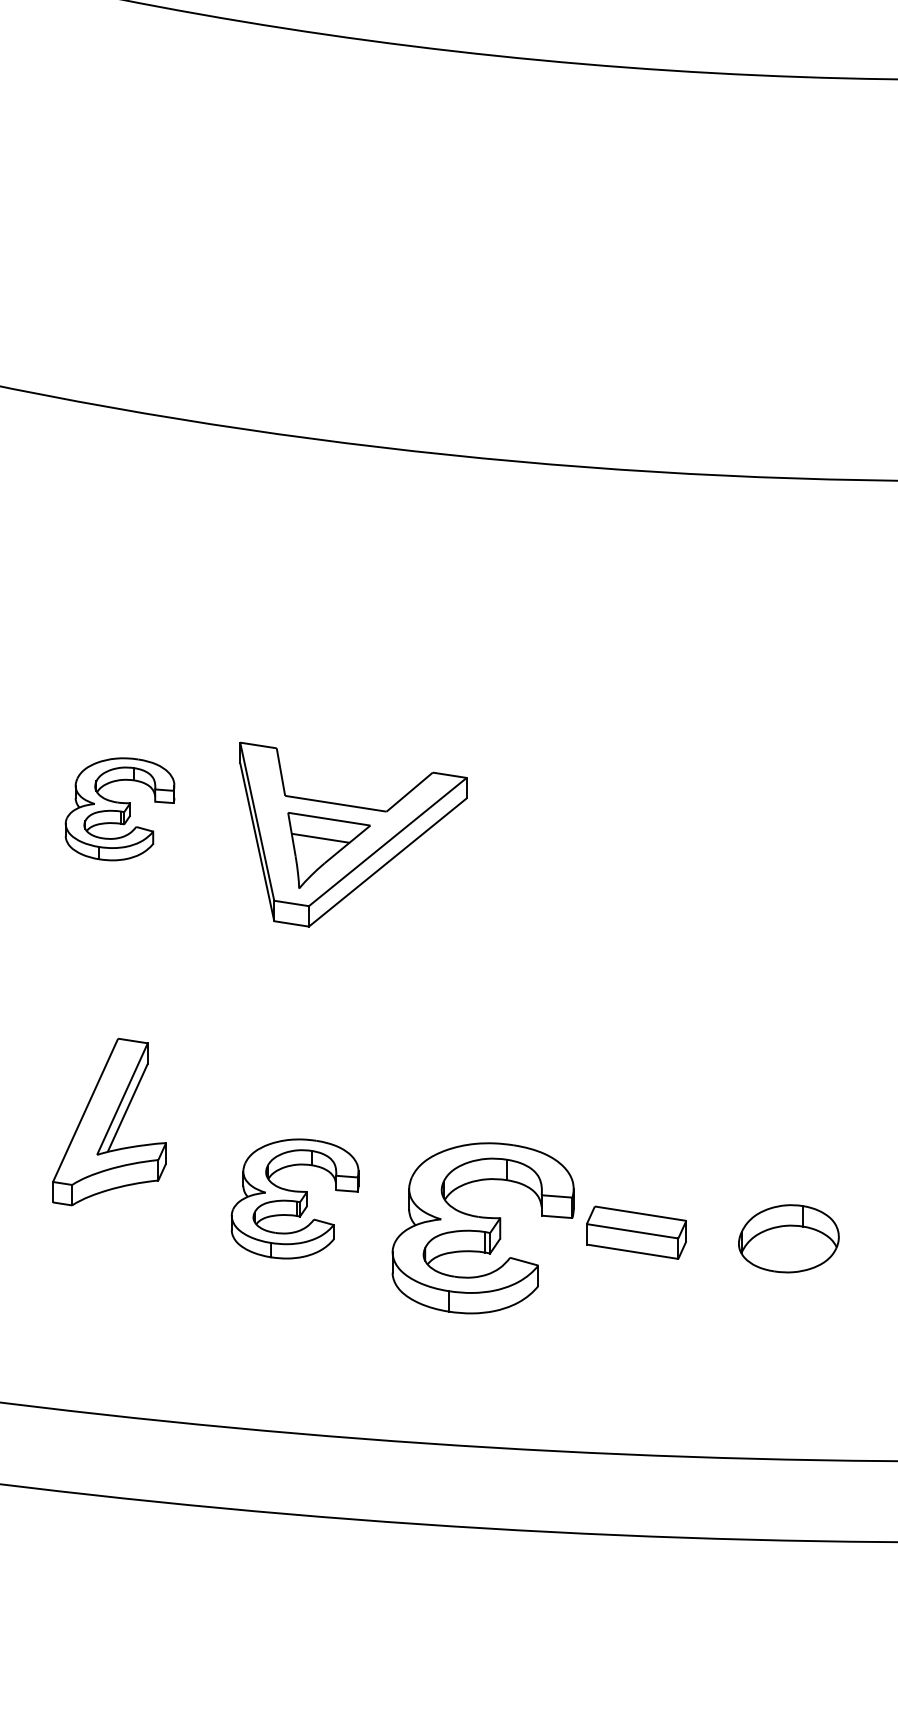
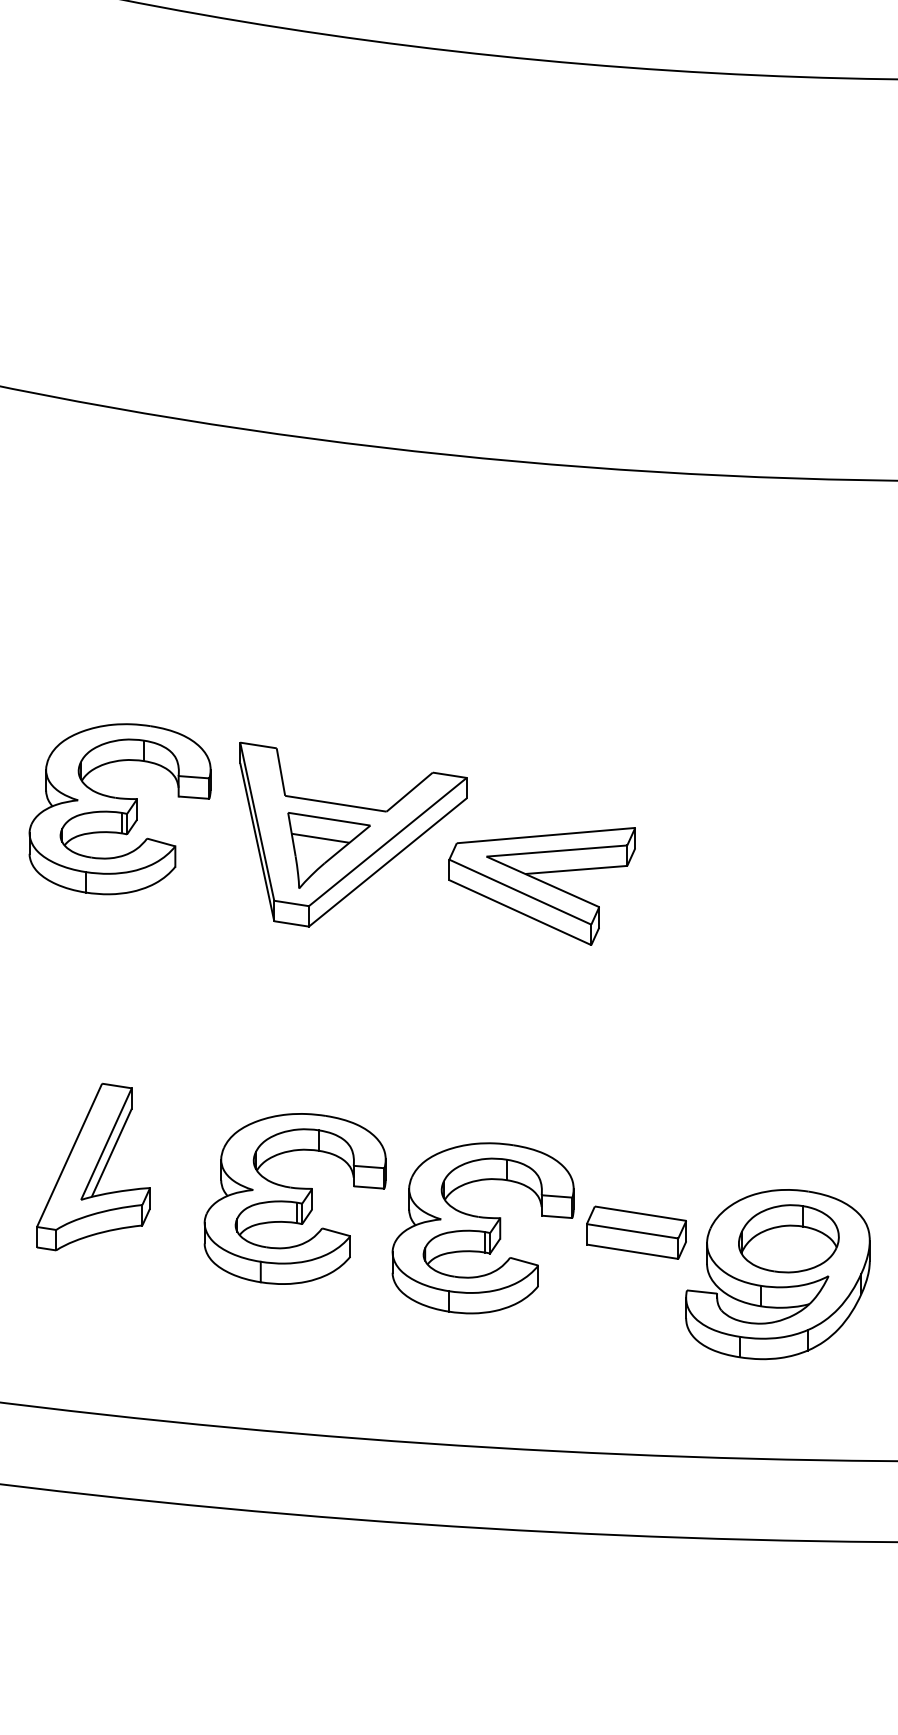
part at (119, 809) size: 112x105 px -> 184x173 px
part at (541, 886): none -> present
part at (109, 1121) position: (109, 1121) -> (93, 1166)
part at (294, 1198) size: 130x122 px -> 184x172 px
part at (777, 1274): none -> present
